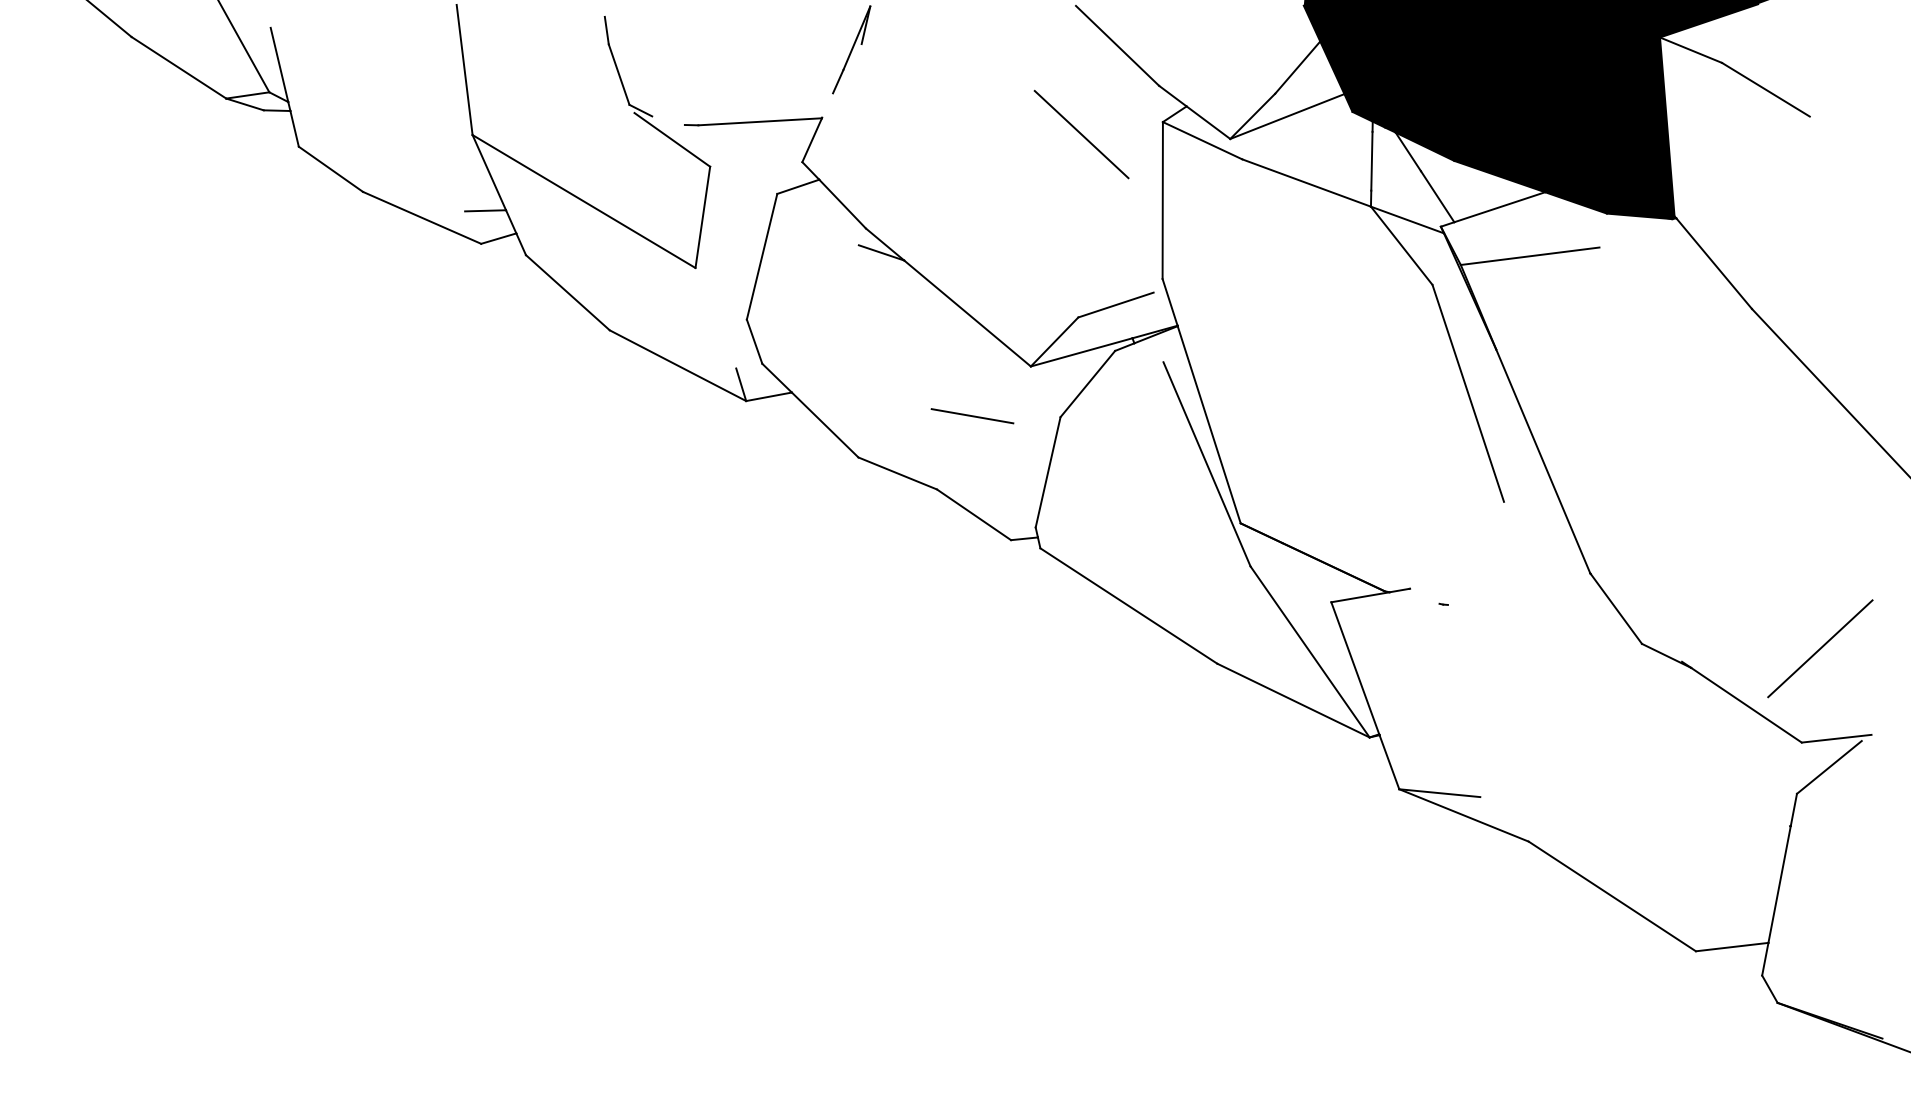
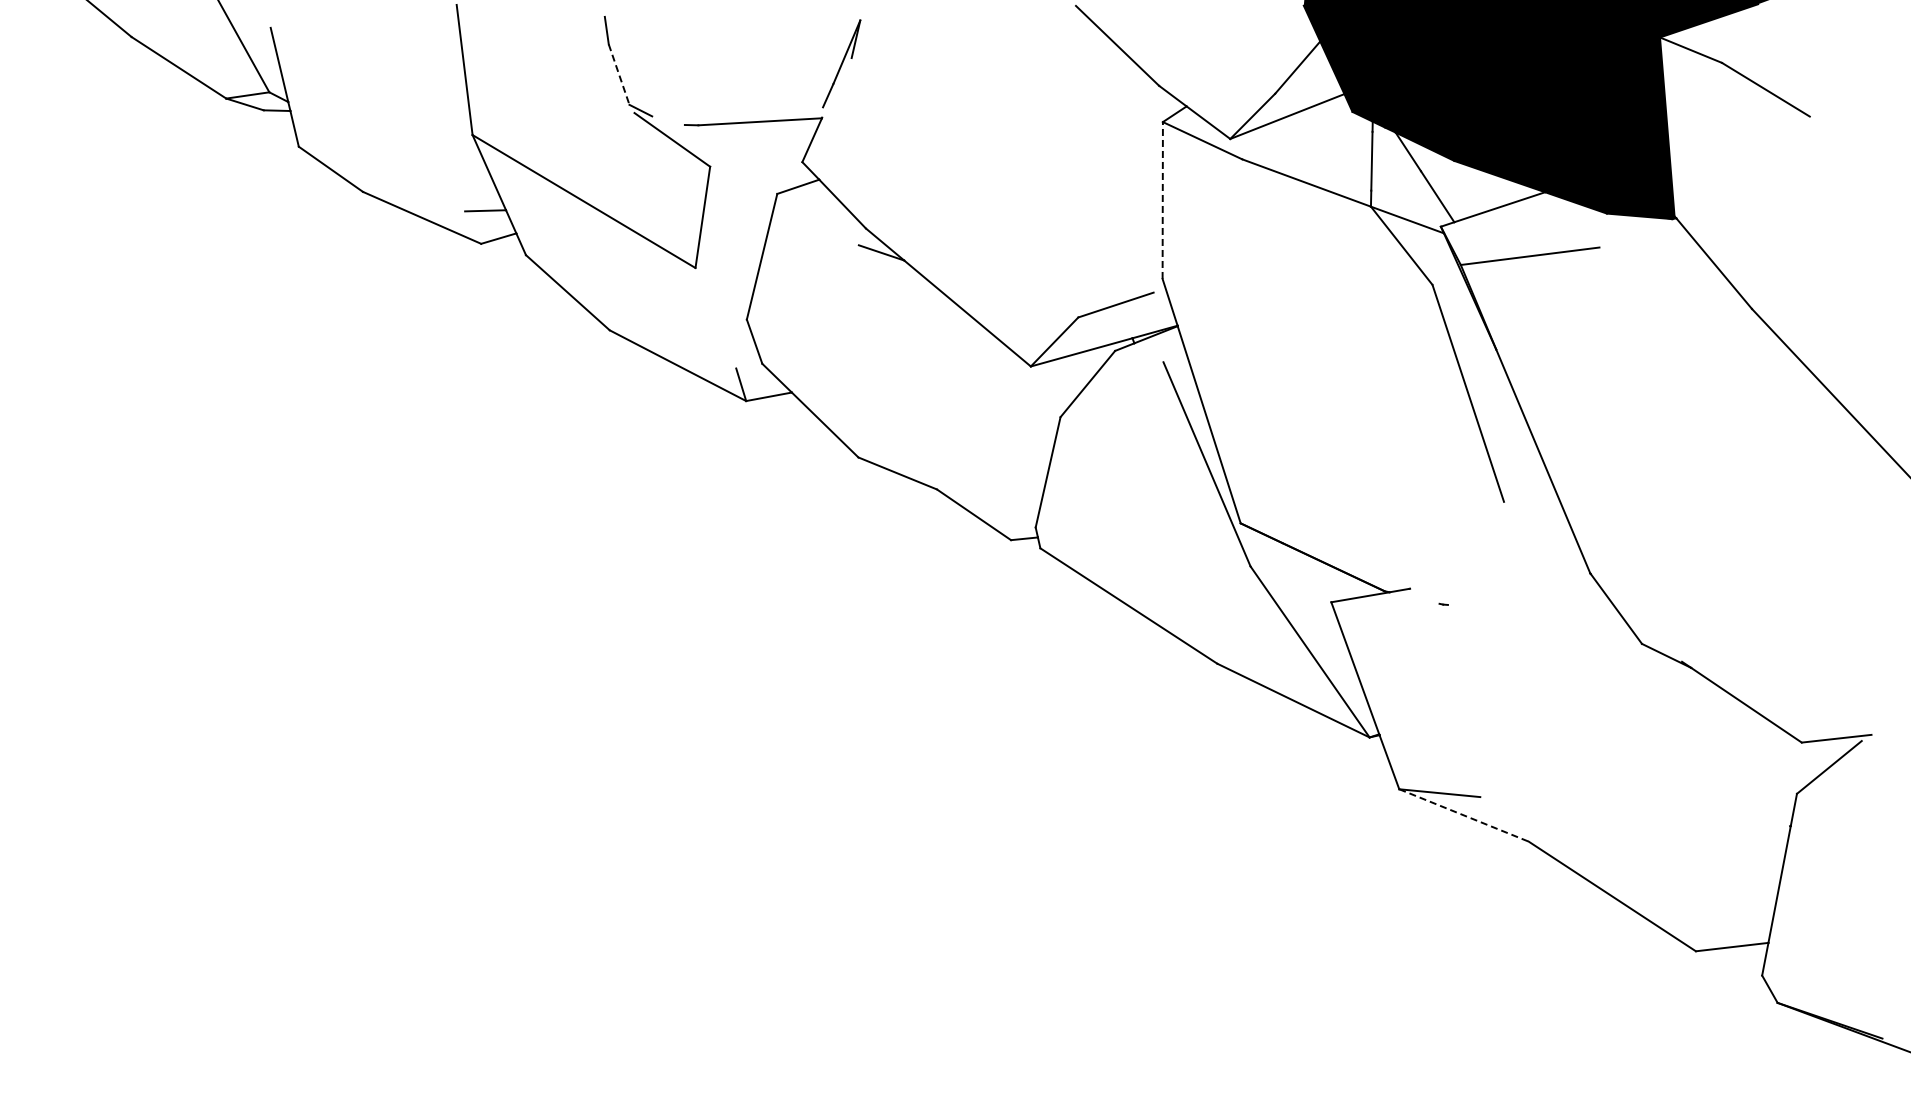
part at (851, 49) position: (851, 49) -> (841, 63)
line at (619, 74): solid -> dashed
line at (1081, 134): present -> none
line at (1162, 200): solid -> dashed
line at (972, 416): present -> none
line at (1820, 648): present -> none
line at (1464, 815): solid -> dashed
